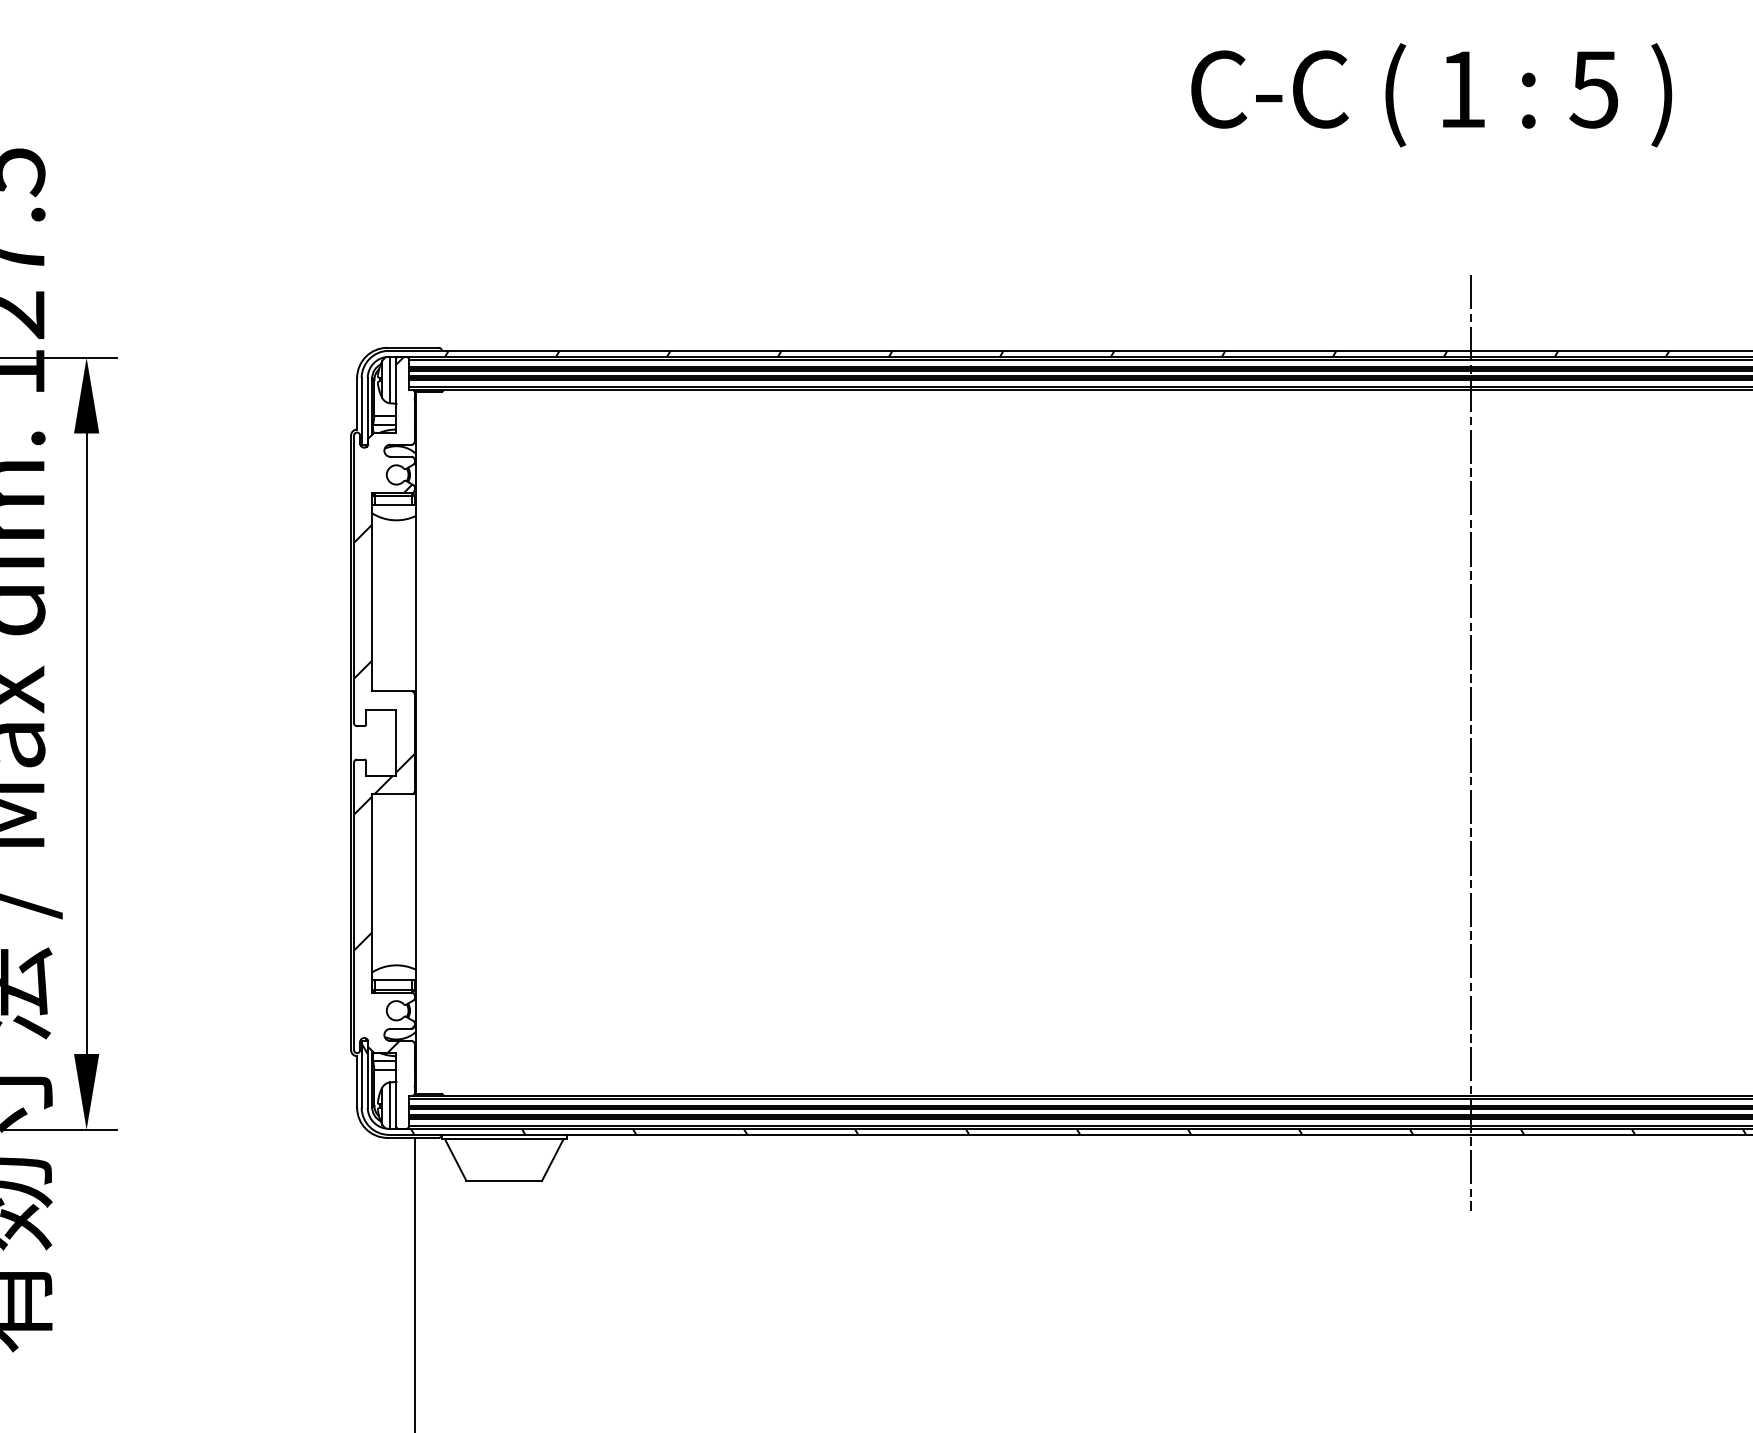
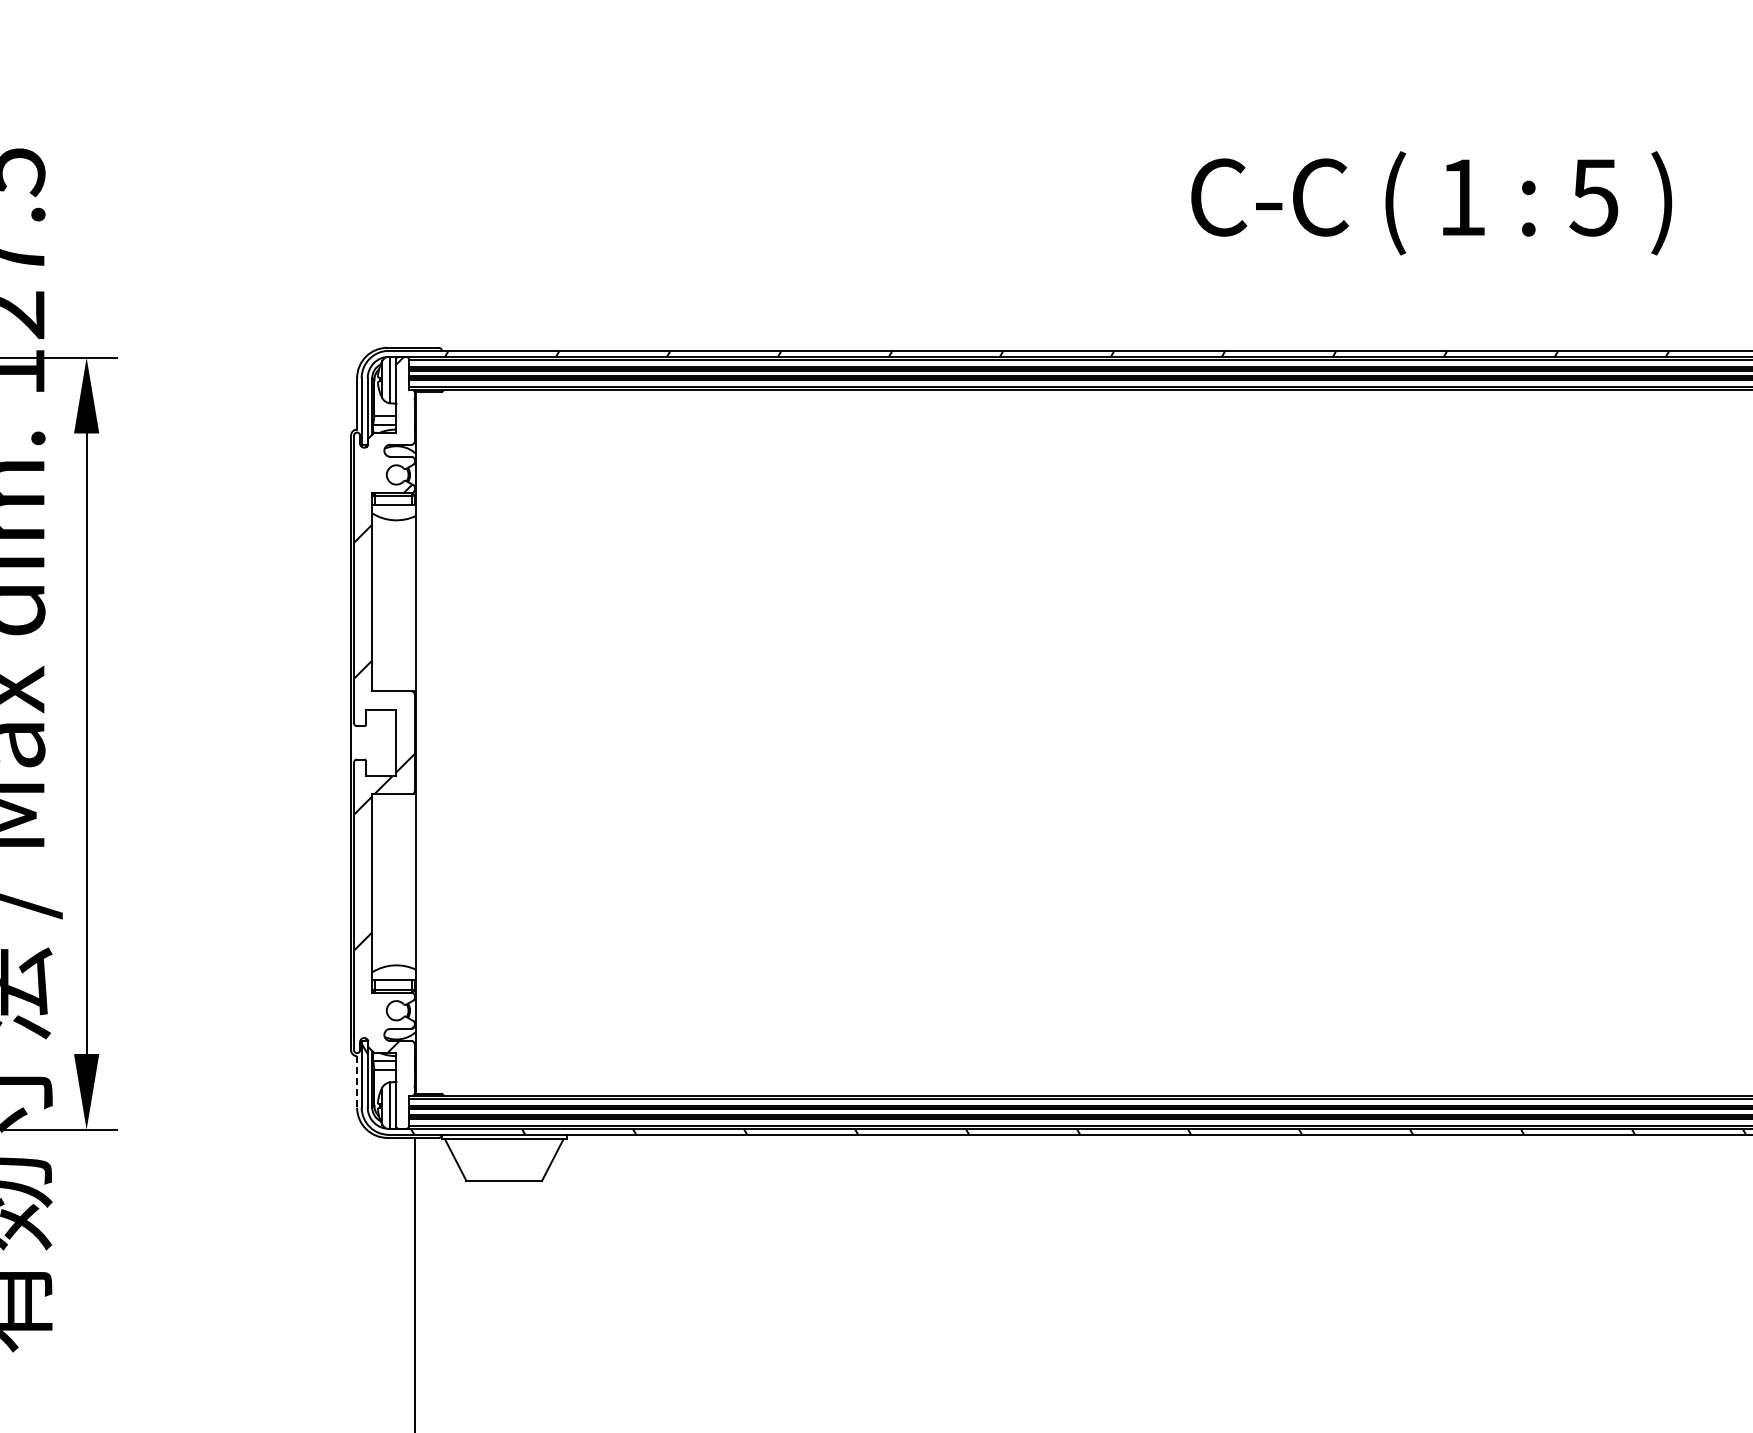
text at (1431, 95) position: (1431, 95) -> (1431, 203)
line at (1471, 742): present -> none
line at (357, 1081): solid -> dashed
